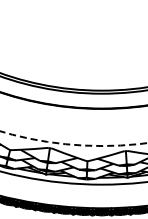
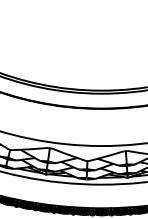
circle at (73, 138): dashed -> solid
